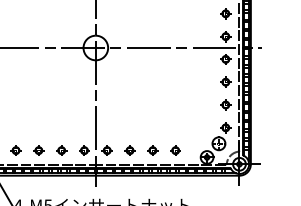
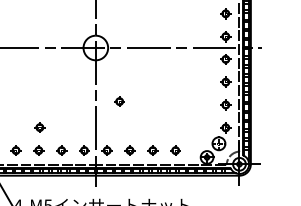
part at (119, 101): none -> present
part at (39, 127): none -> present
